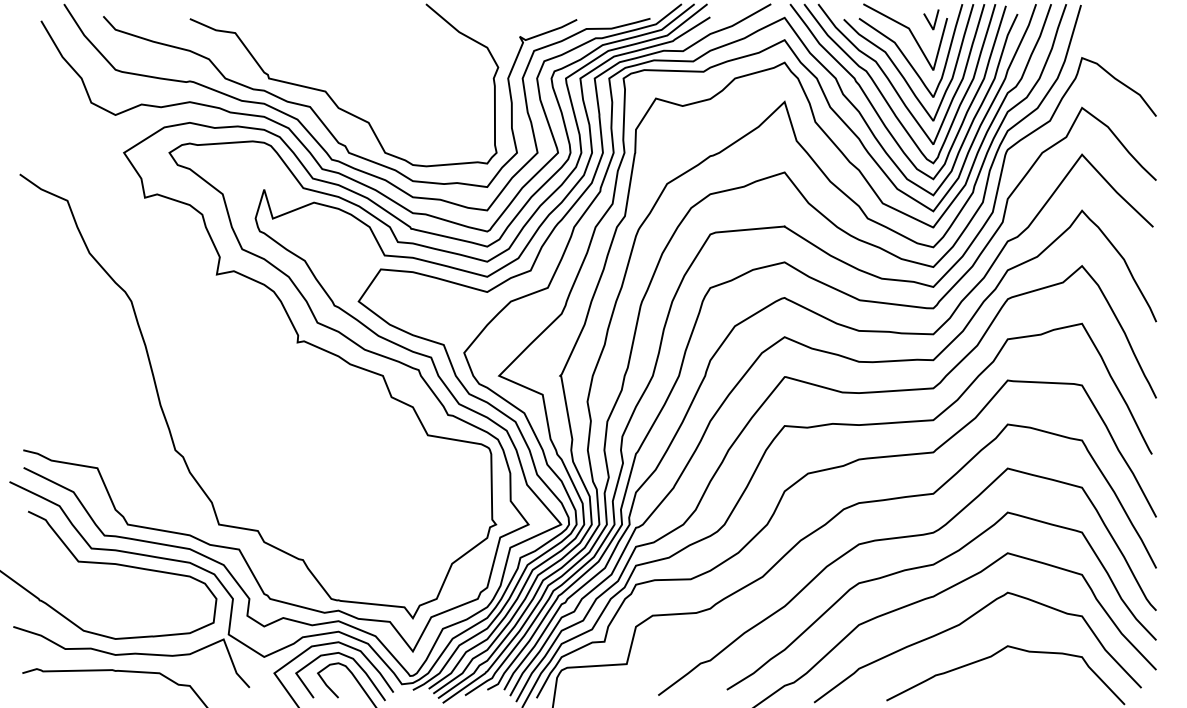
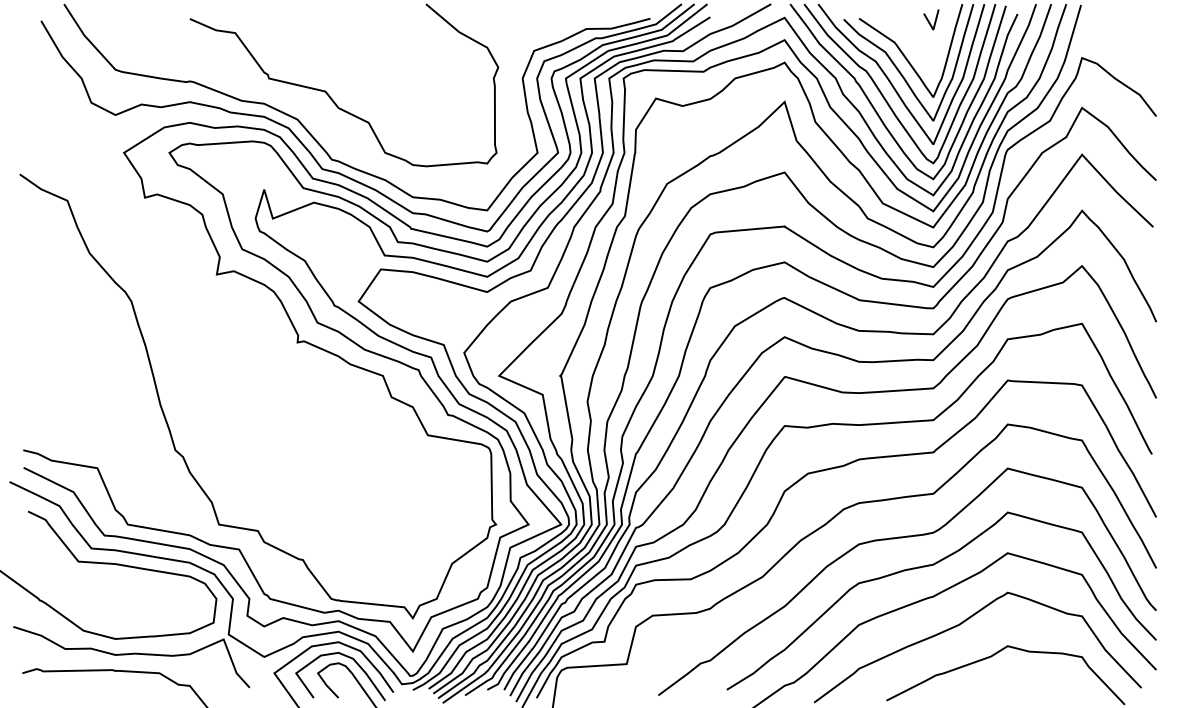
line at (910, 33): present -> none
curve at (318, 115): present -> none
